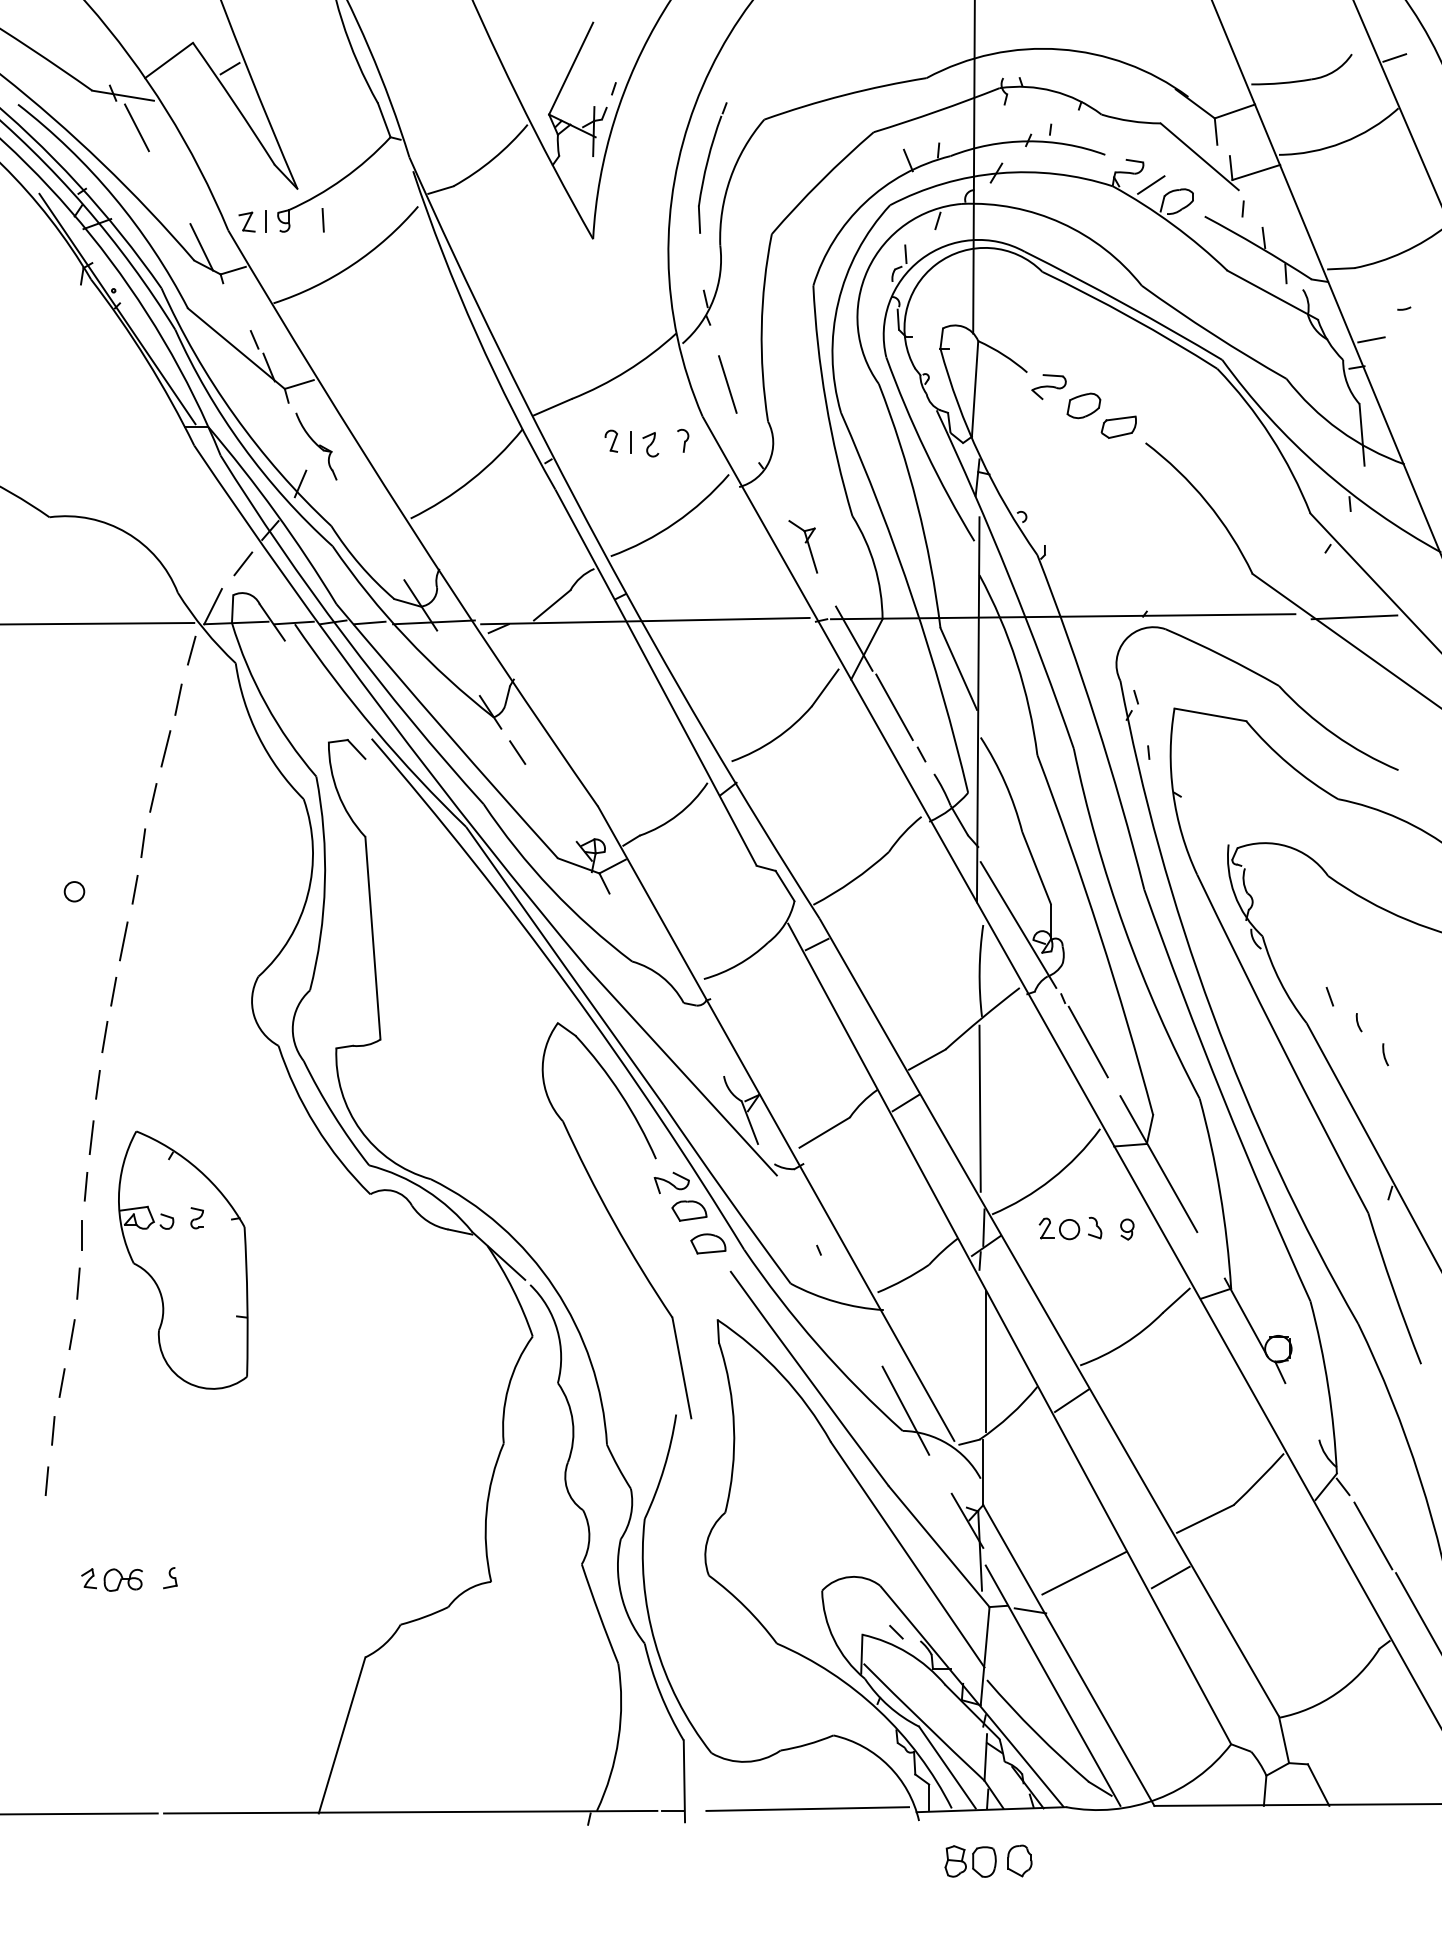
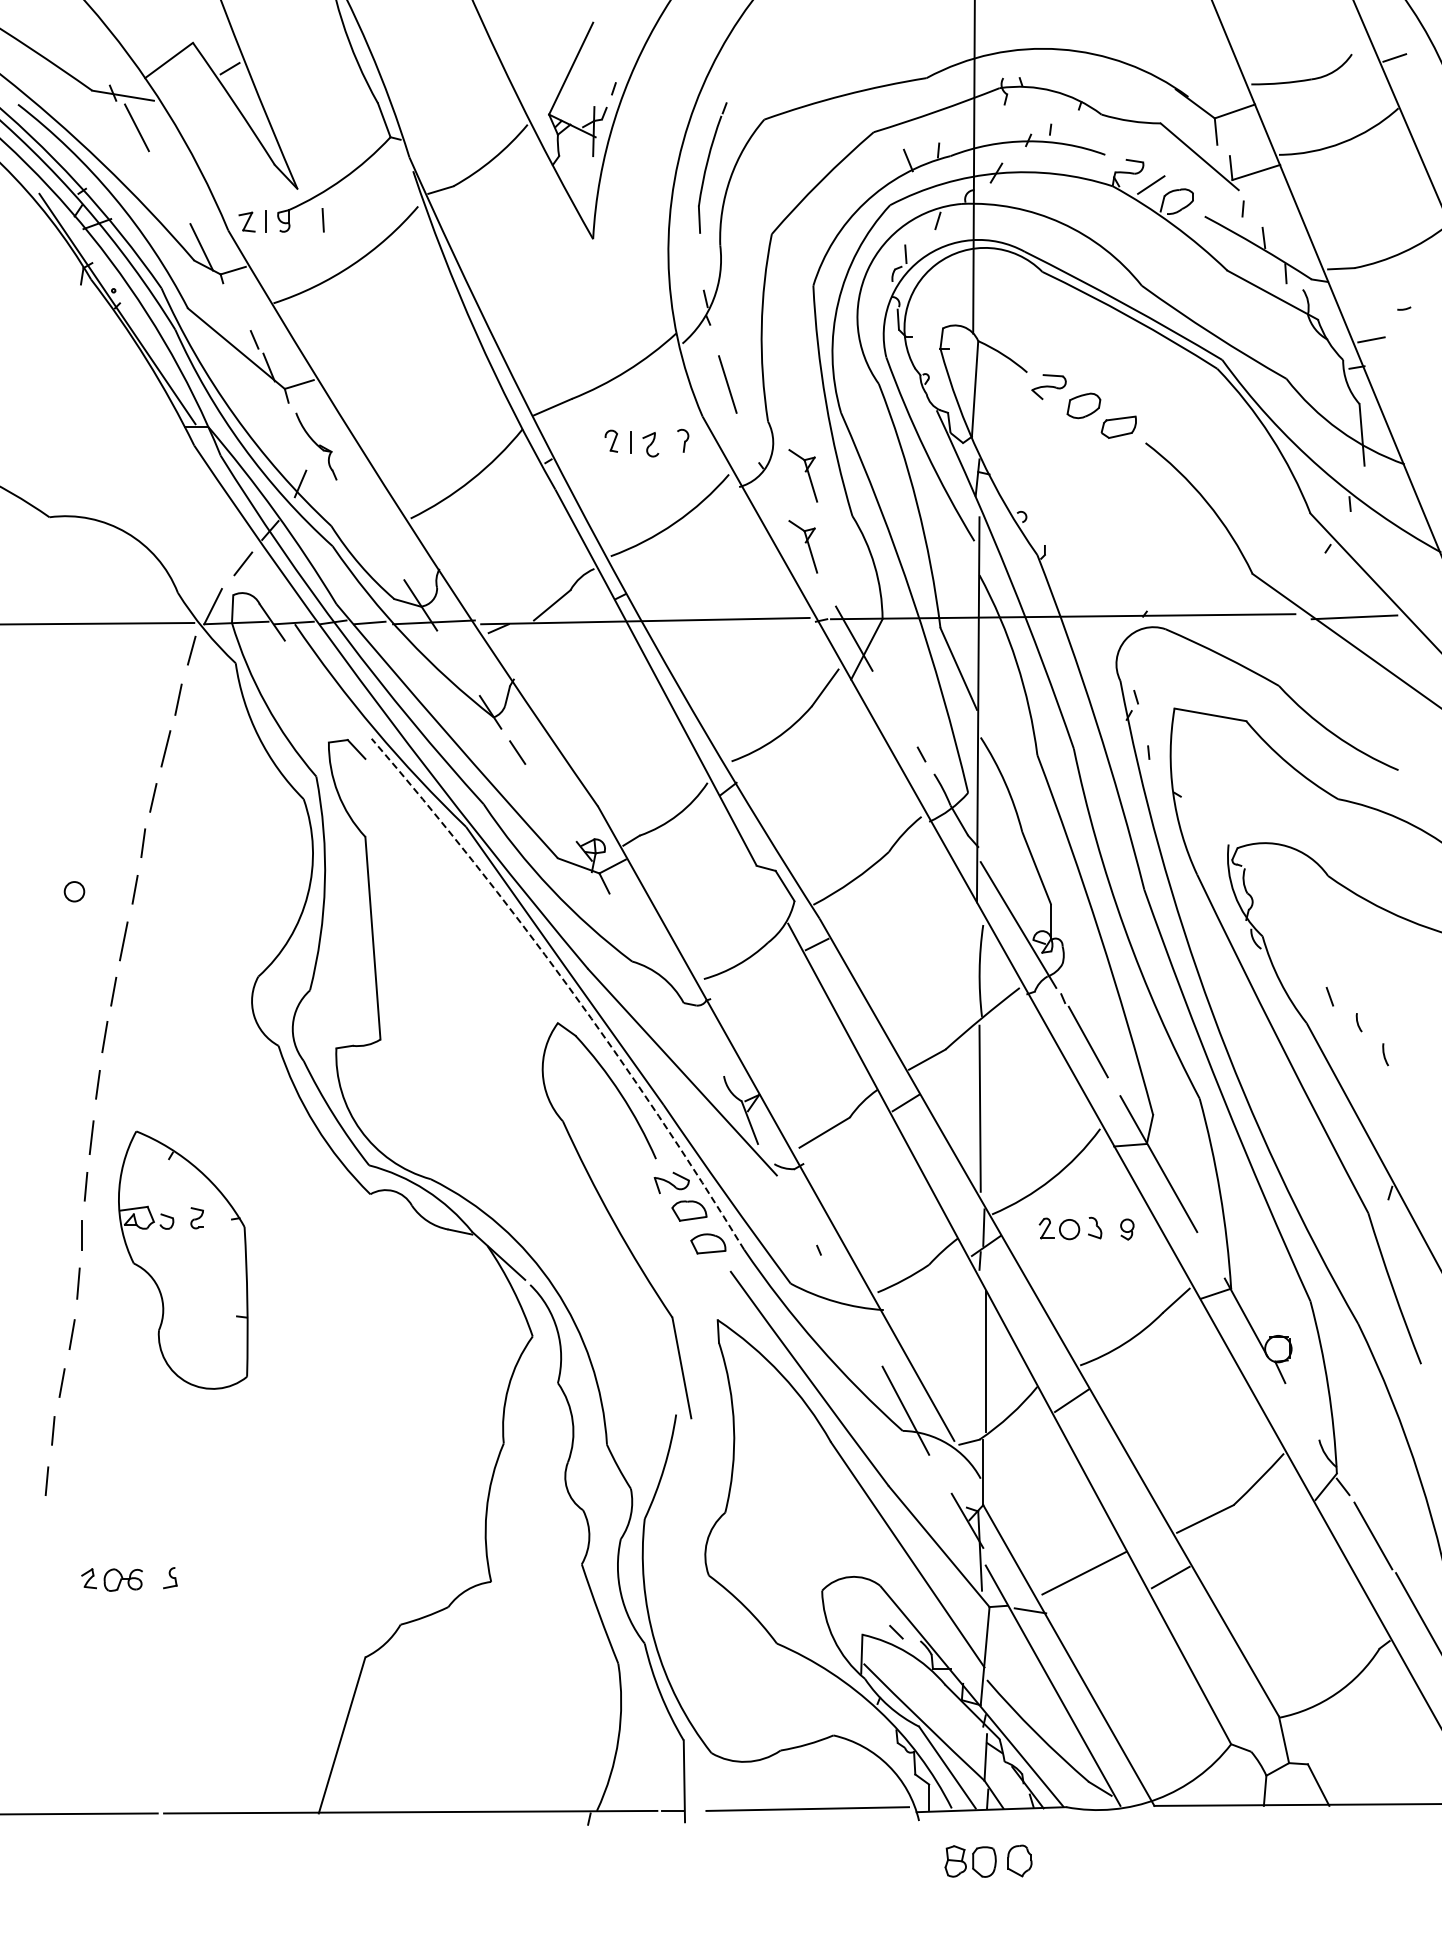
part at (803, 475): none -> present
line at (894, 707): present -> none
arc at (568, 986): solid -> dashed
